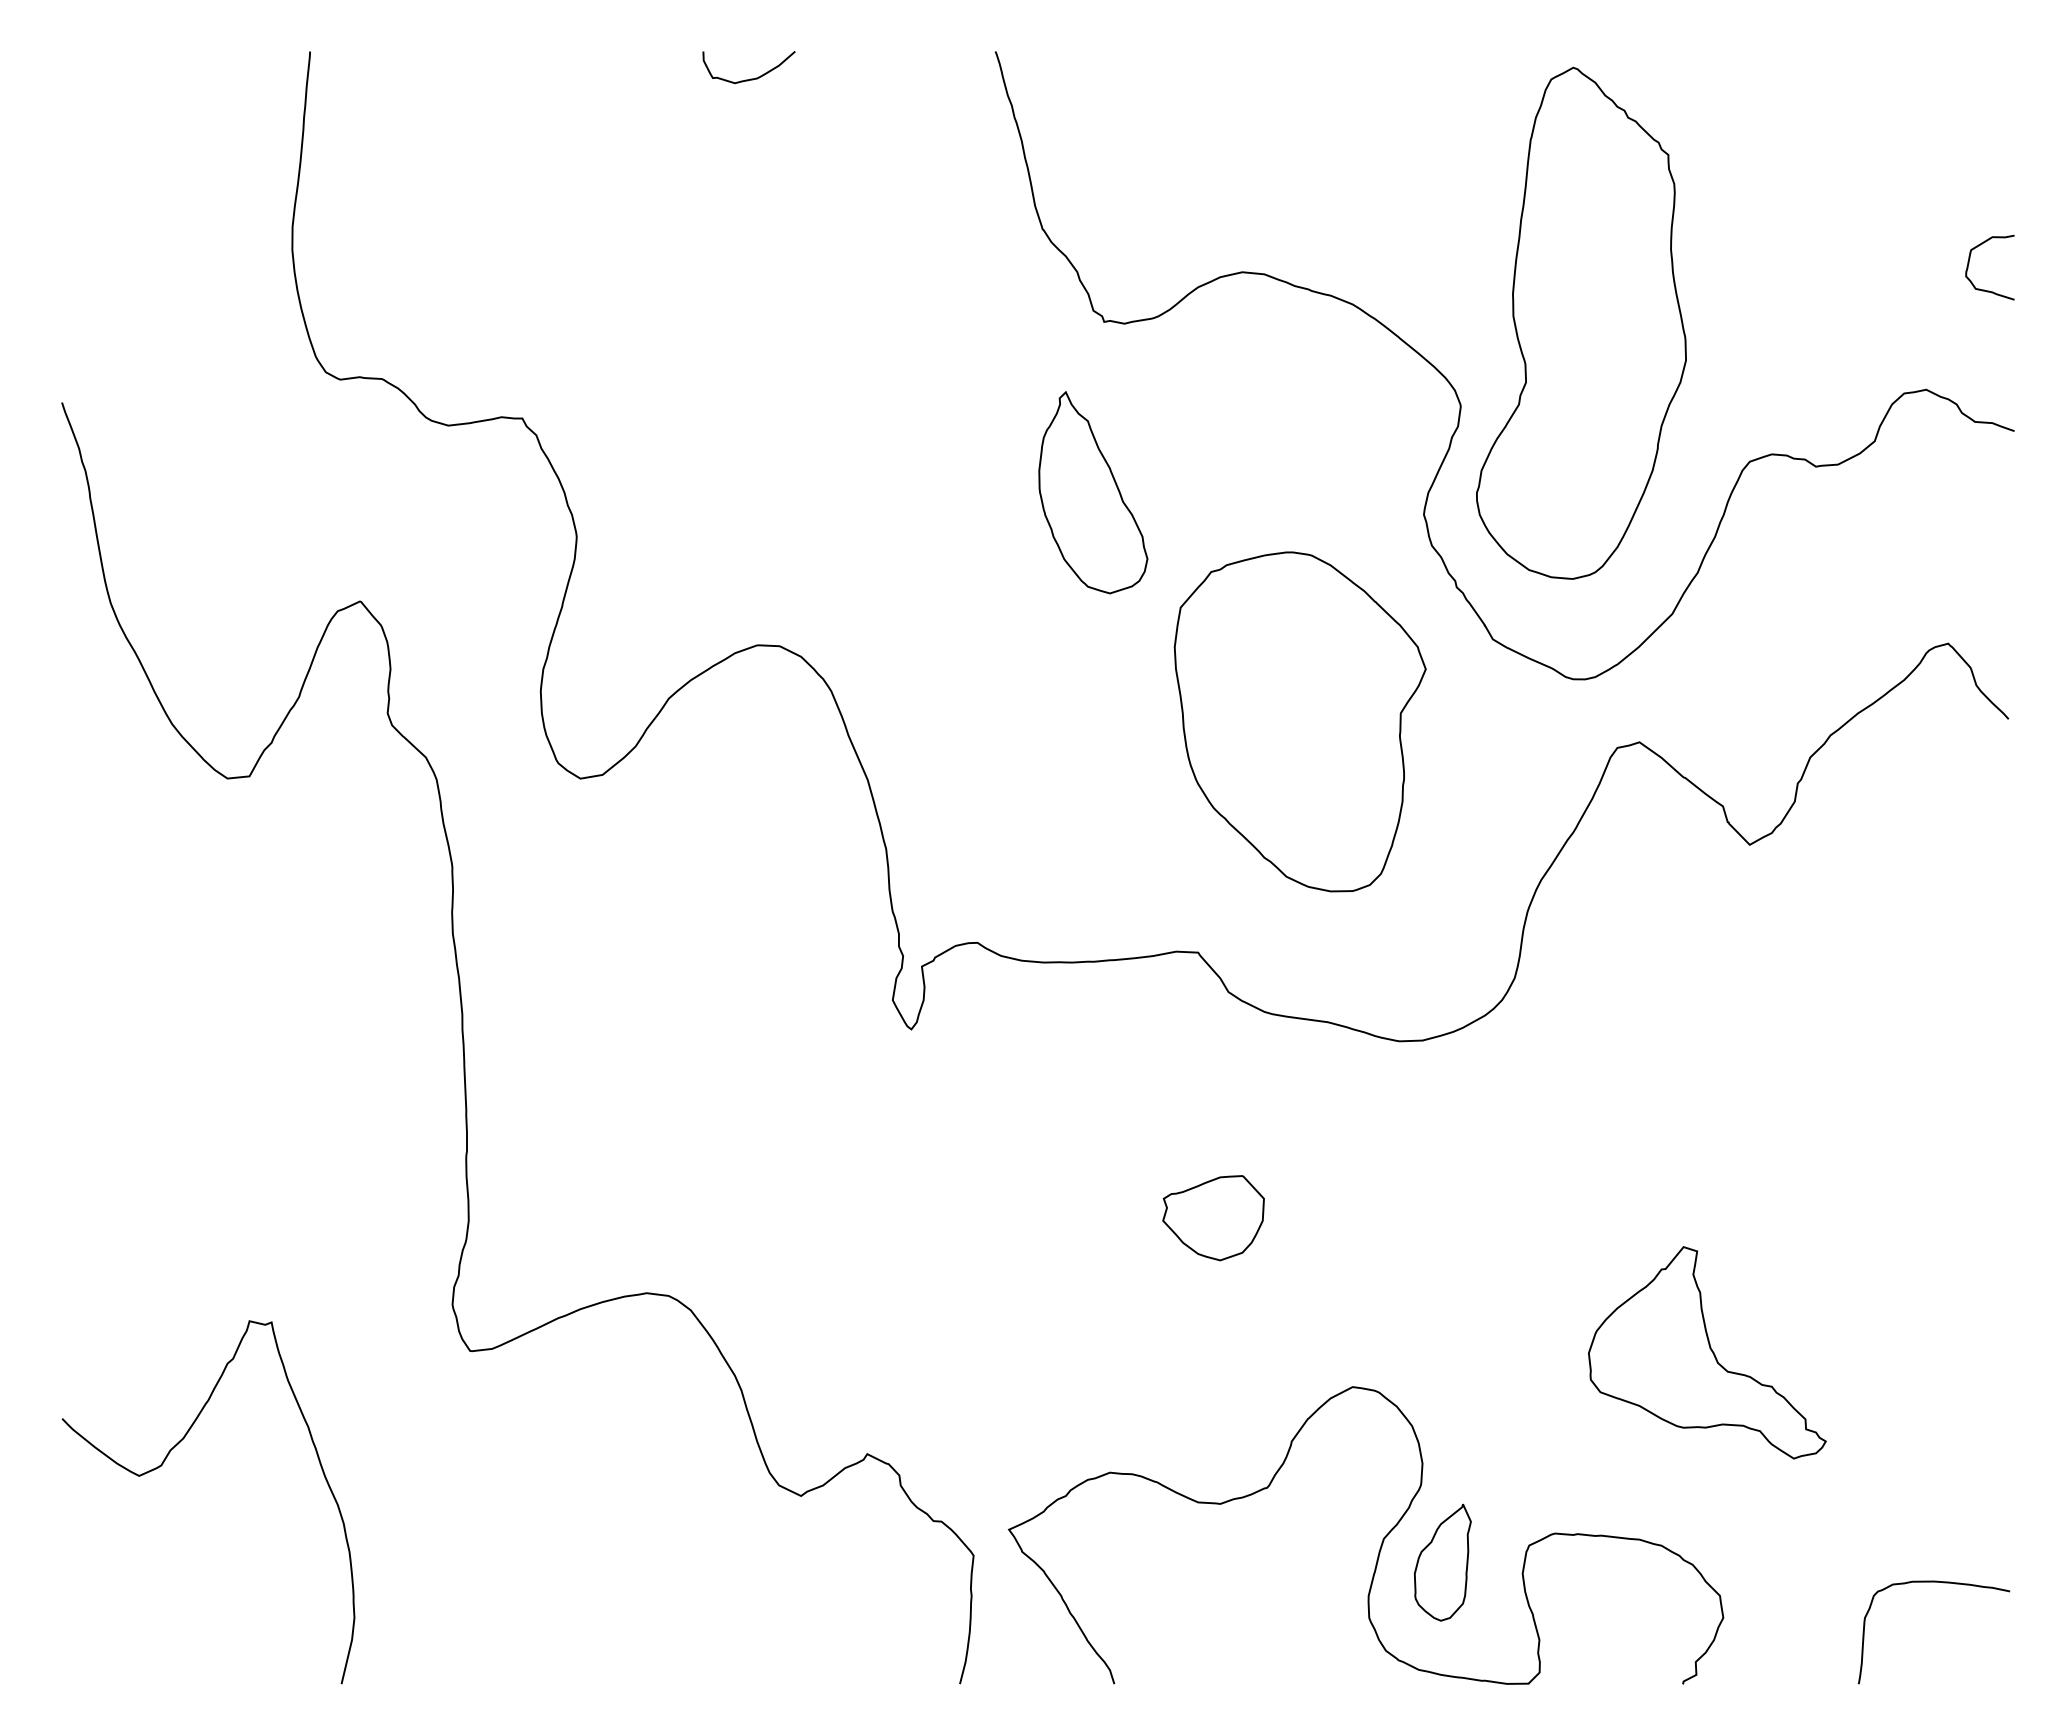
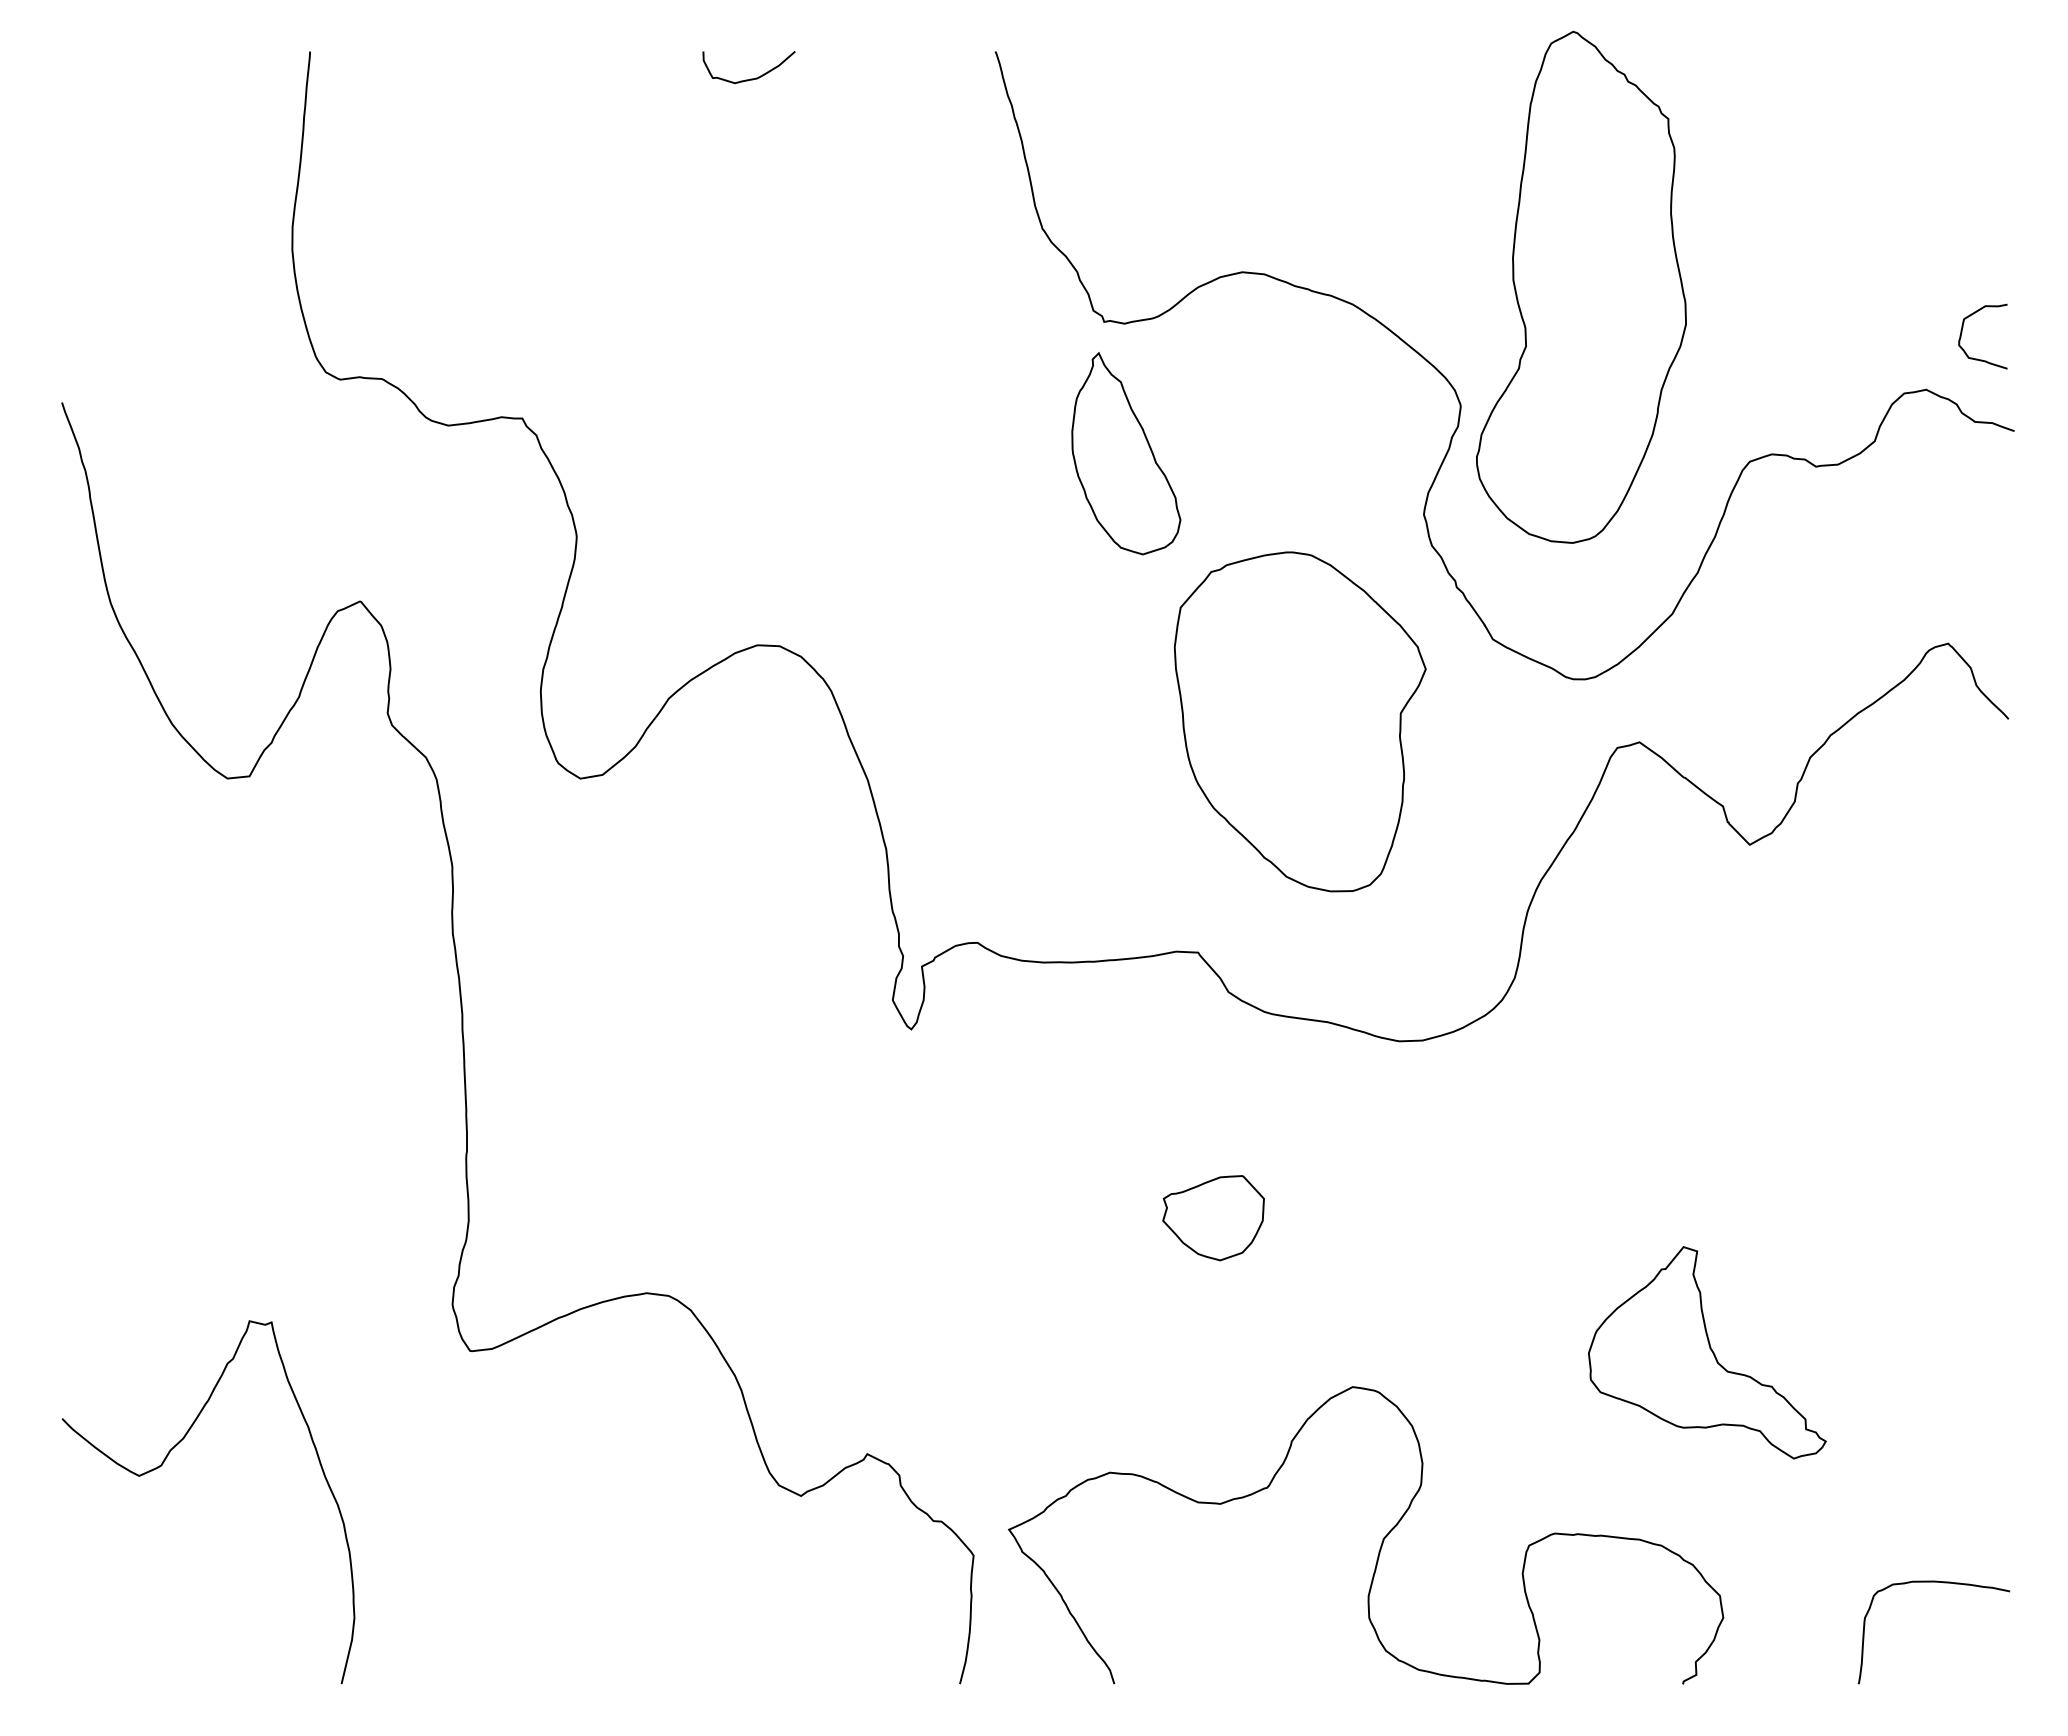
curve at (1969, 263) position: (1969, 263) -> (1962, 332)
part at (1581, 322) position: (1581, 322) -> (1581, 286)
part at (1093, 492) position: (1093, 492) -> (1126, 453)
part at (1442, 1562): present -> none
